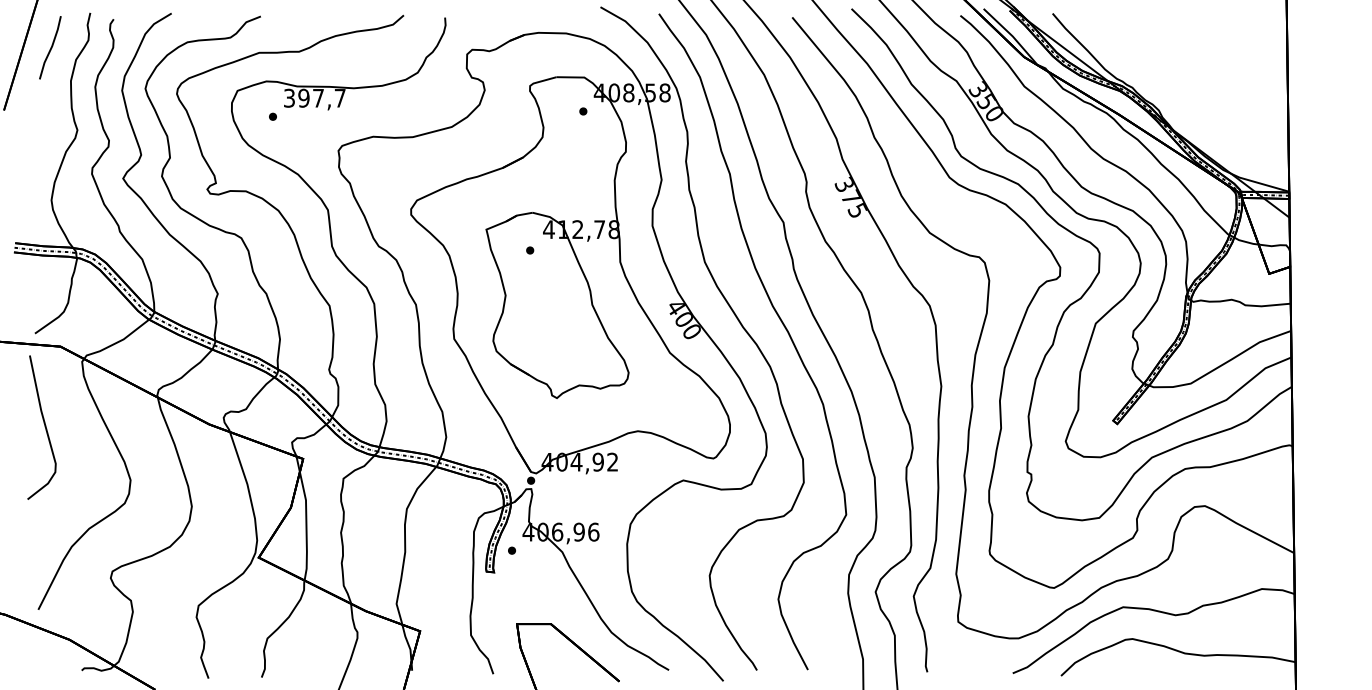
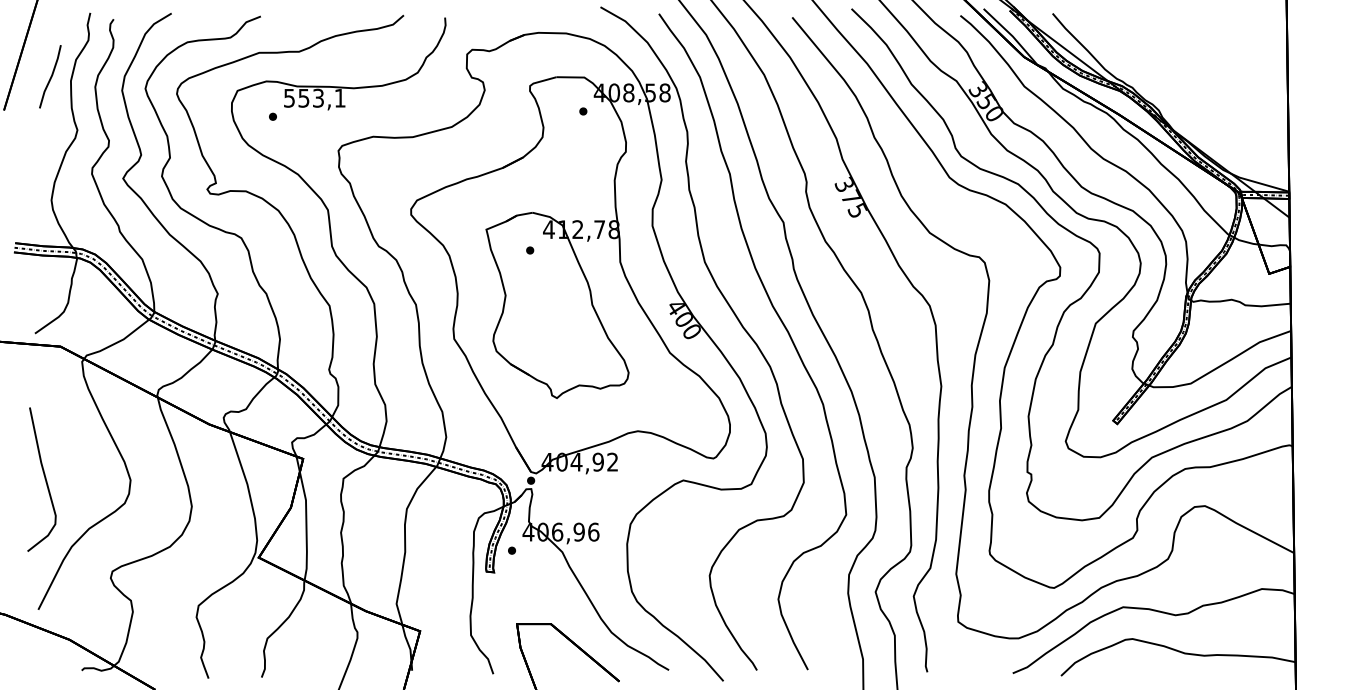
line at (50, 47) position: (50, 47) -> (50, 76)
text at (314, 97): 397,7 -> 553,1
curve at (44, 427) position: (44, 427) -> (44, 479)
